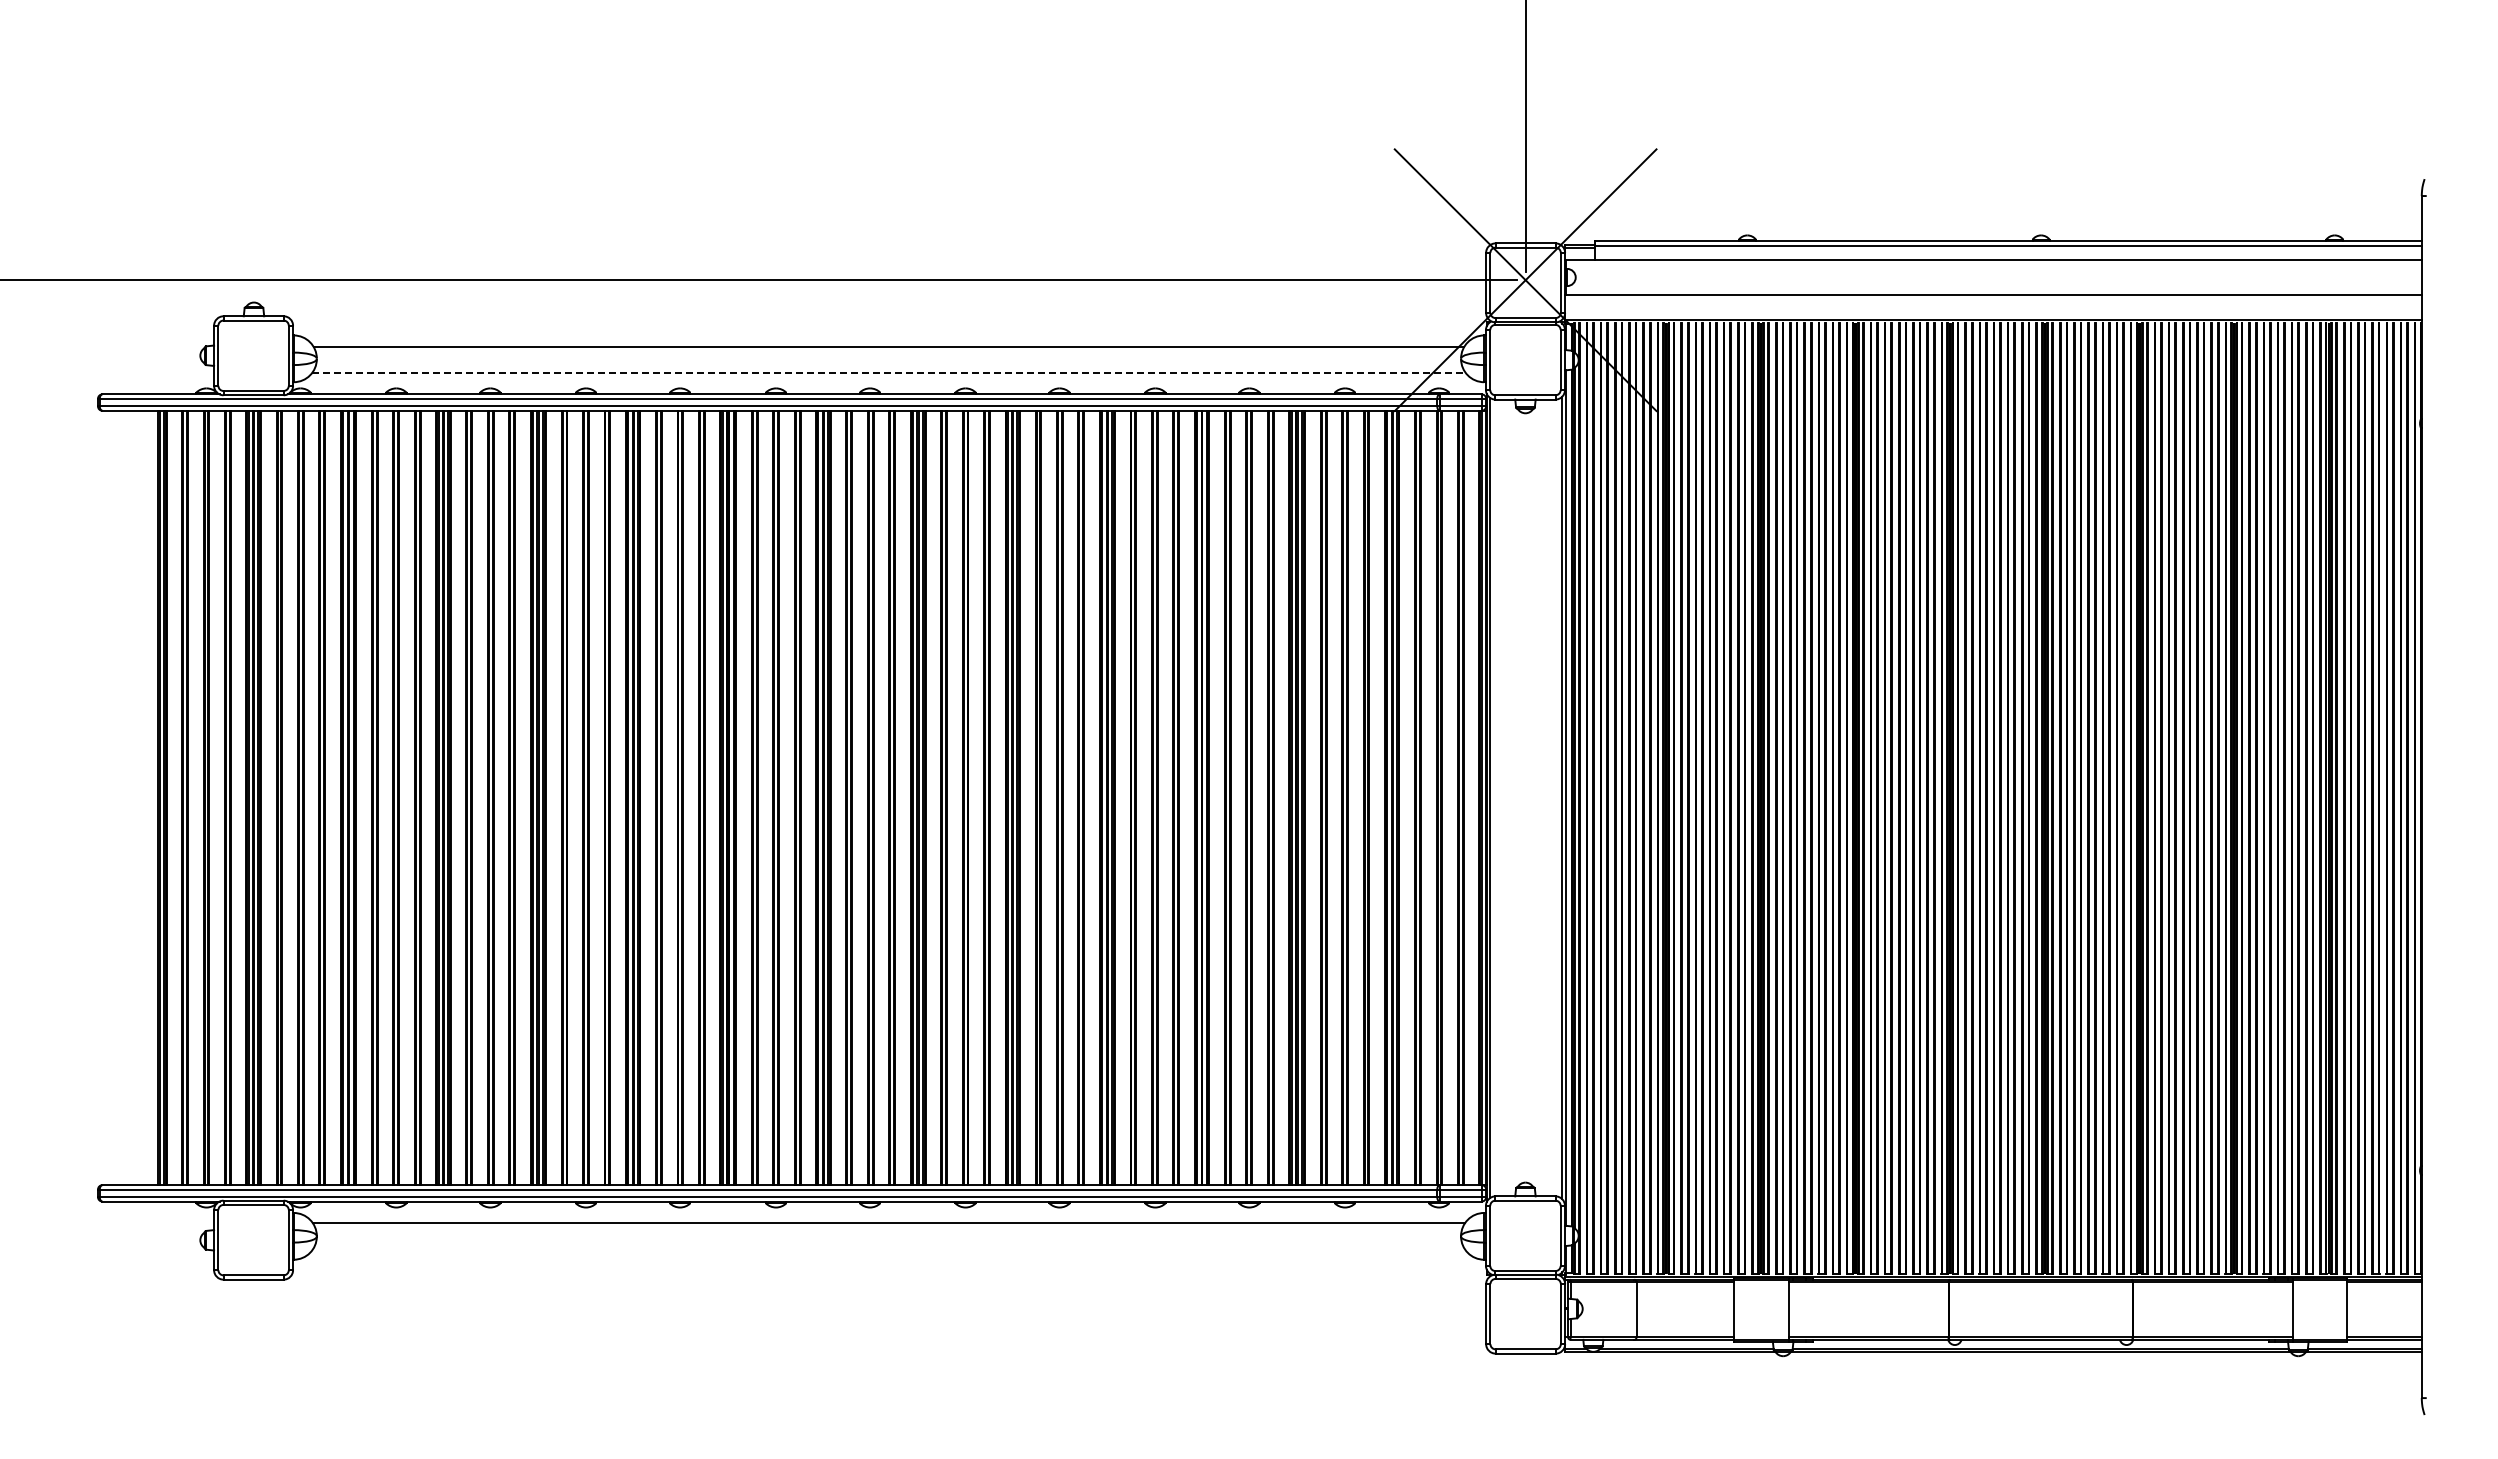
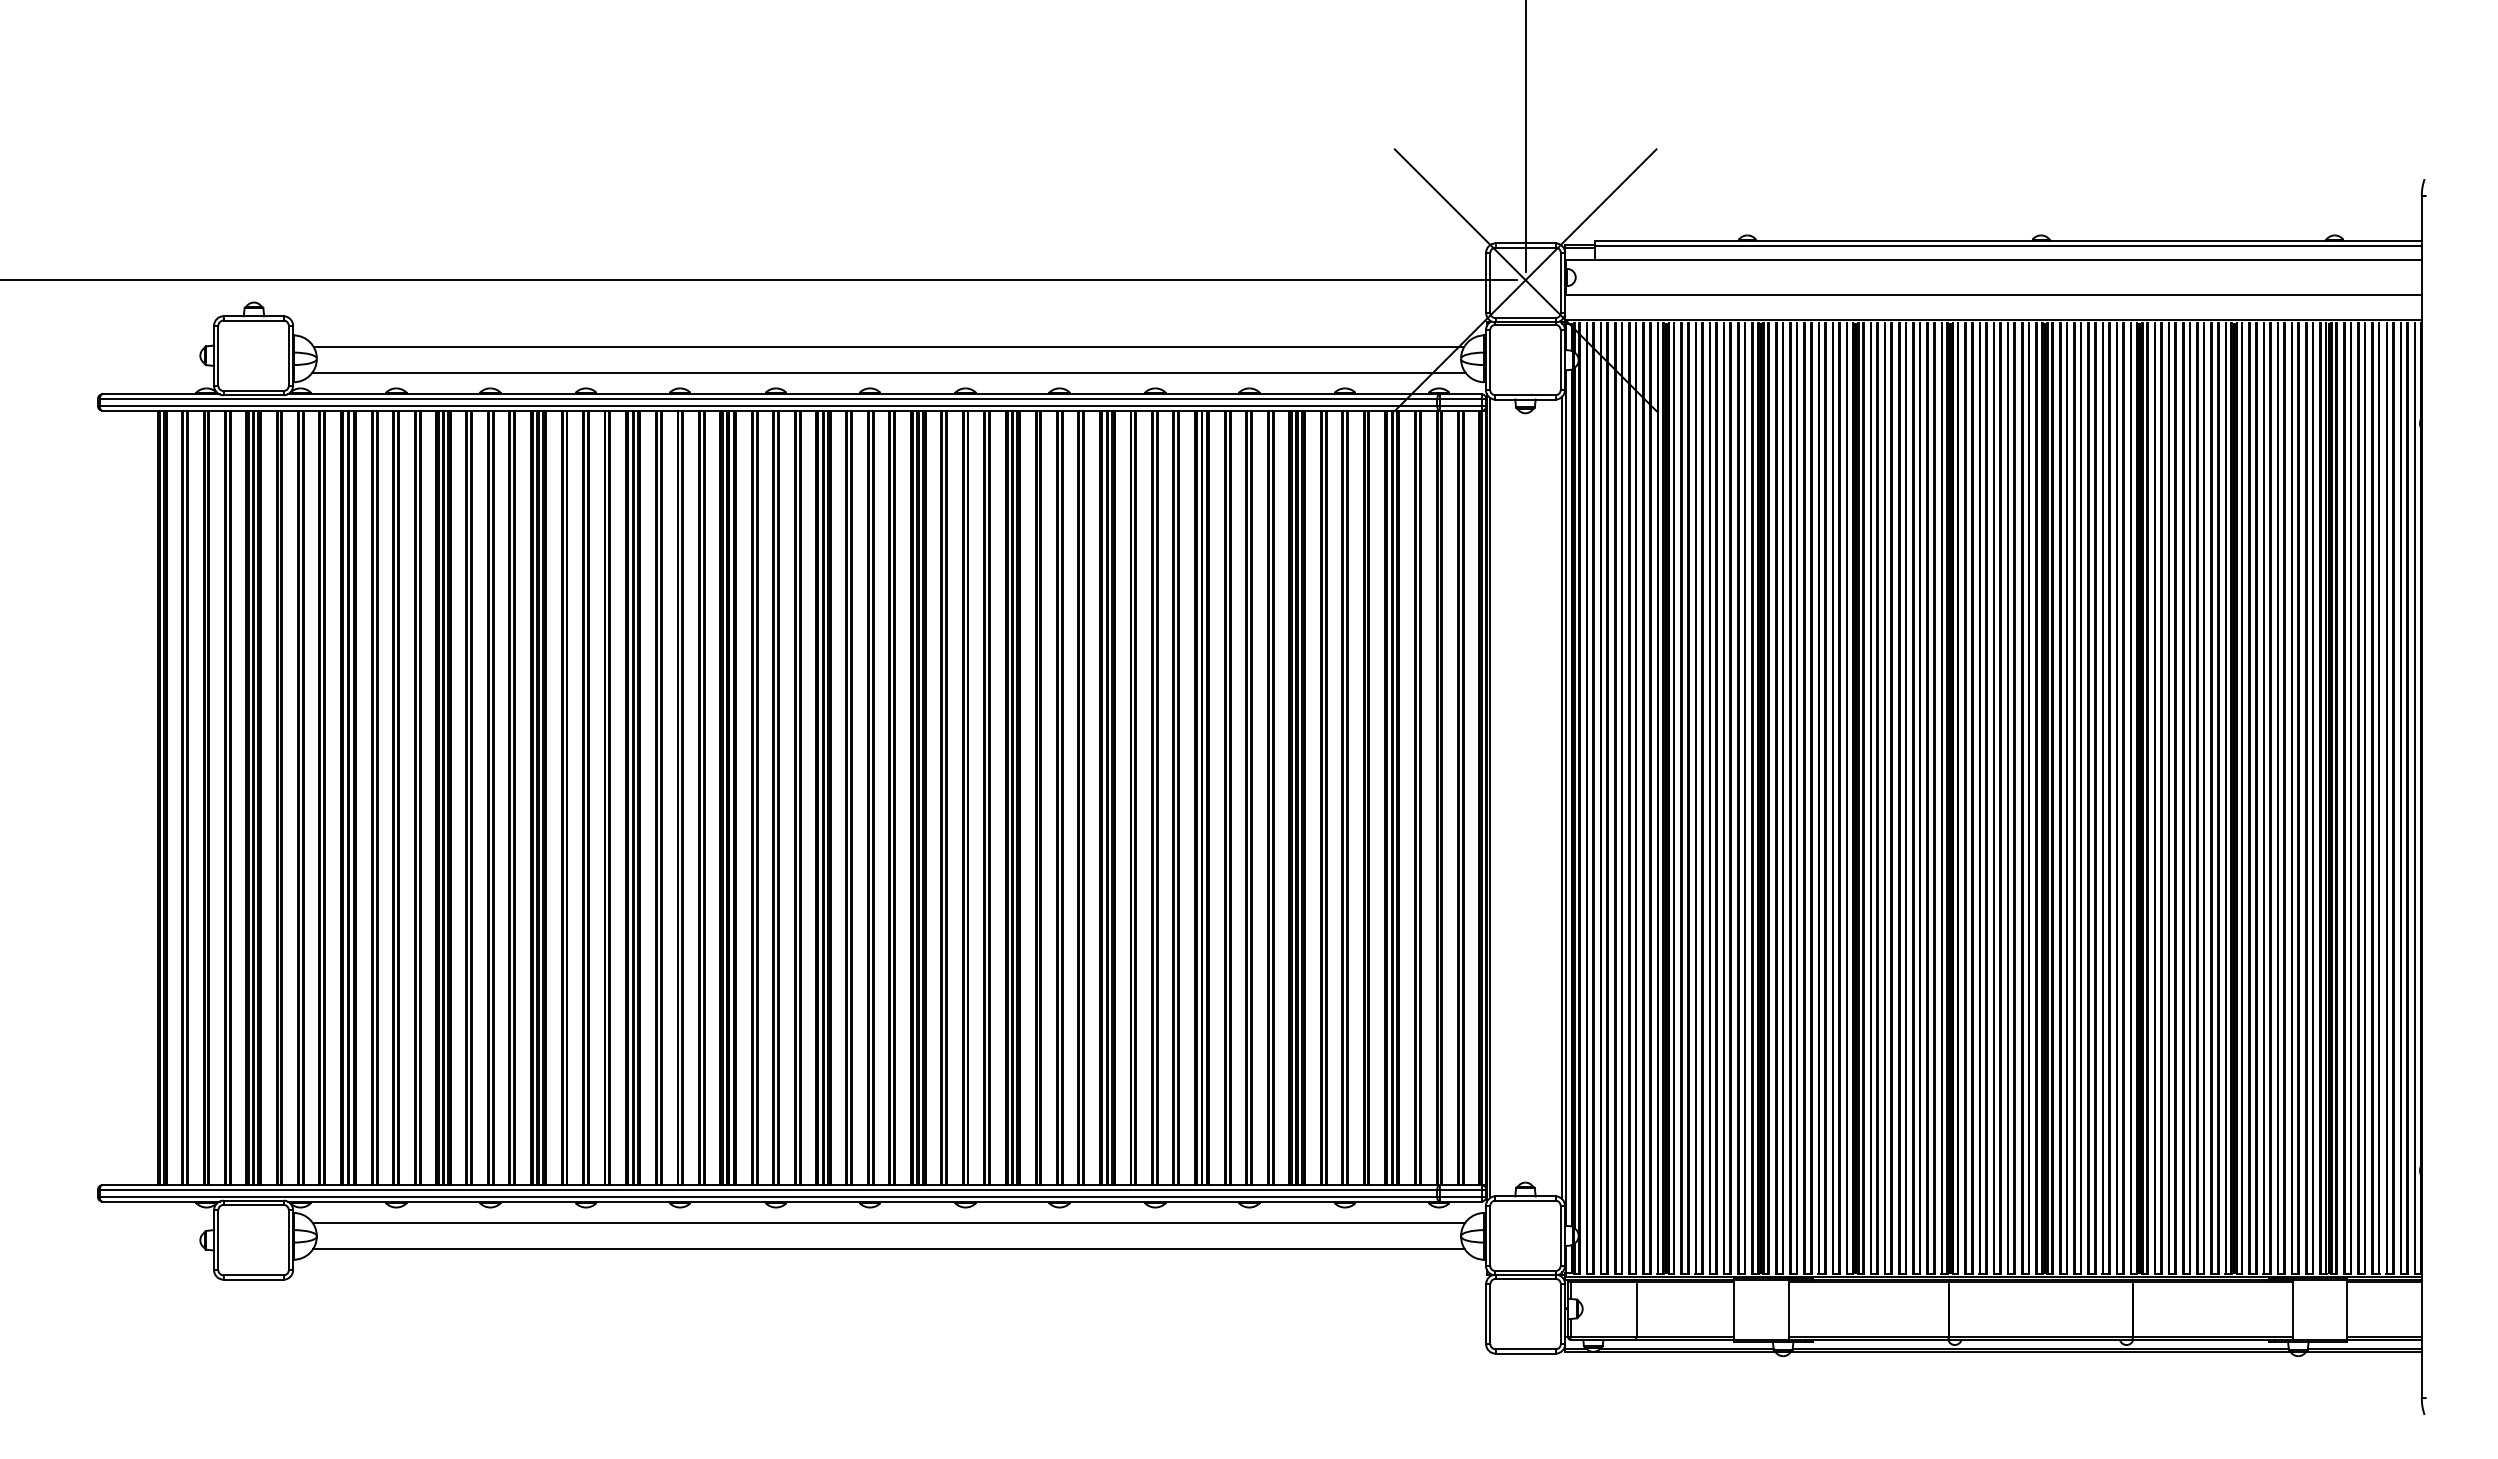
line at (888, 372): dashed -> solid
line at (888, 1248): none -> present
